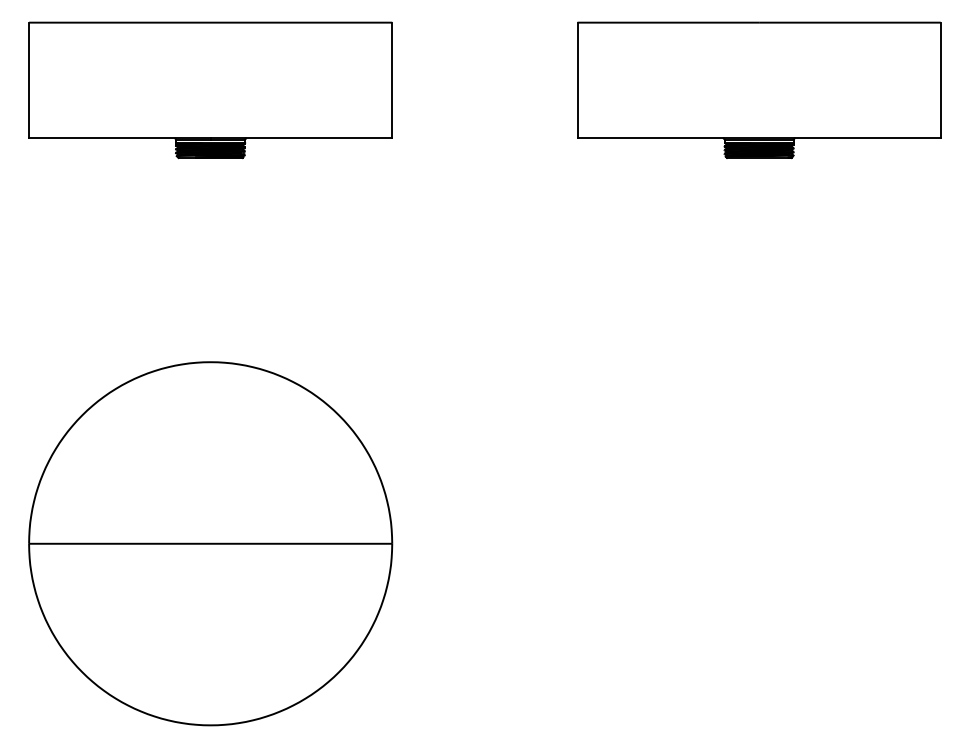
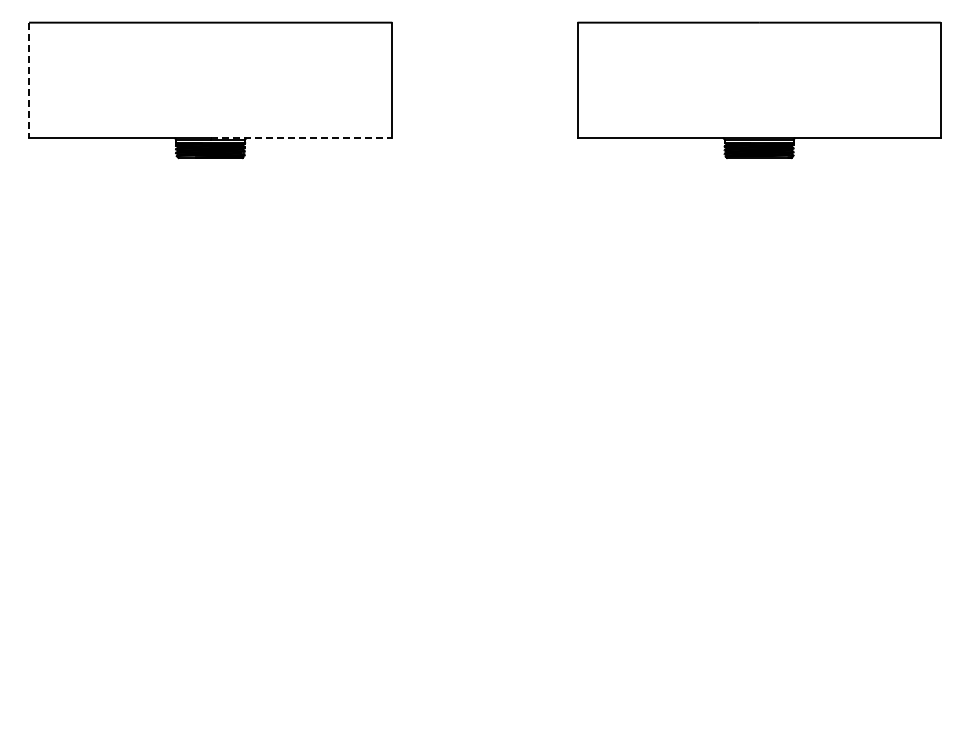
line at (29, 80): solid -> dashed
line at (301, 138): solid -> dashed
part at (210, 543): present -> none
